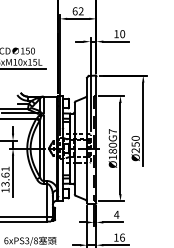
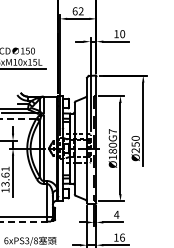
line at (18, 118): solid -> dashed
line at (24, 221): solid -> dashed
